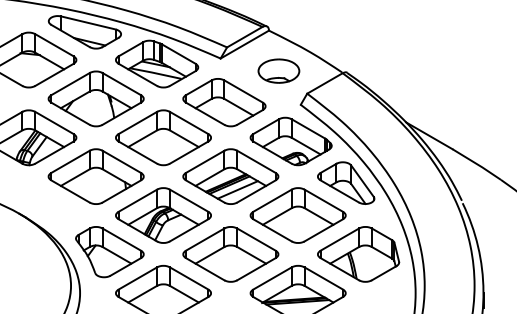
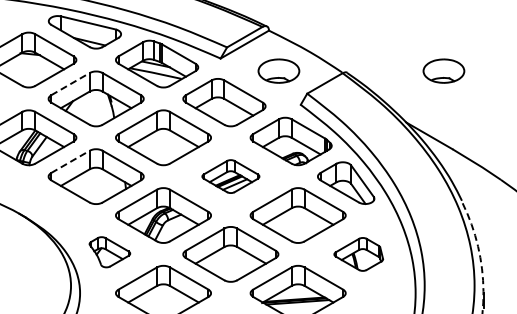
part at (443, 70): none -> present
line at (70, 83): solid -> dashed
line at (70, 161): solid -> dashed
part at (230, 176) size: 98x57 px -> 60x35 px
part at (109, 252) size: 70x53 px -> 44x33 px
part at (358, 254) size: 84x57 px -> 52x35 px
arc at (480, 257): solid -> dashed
